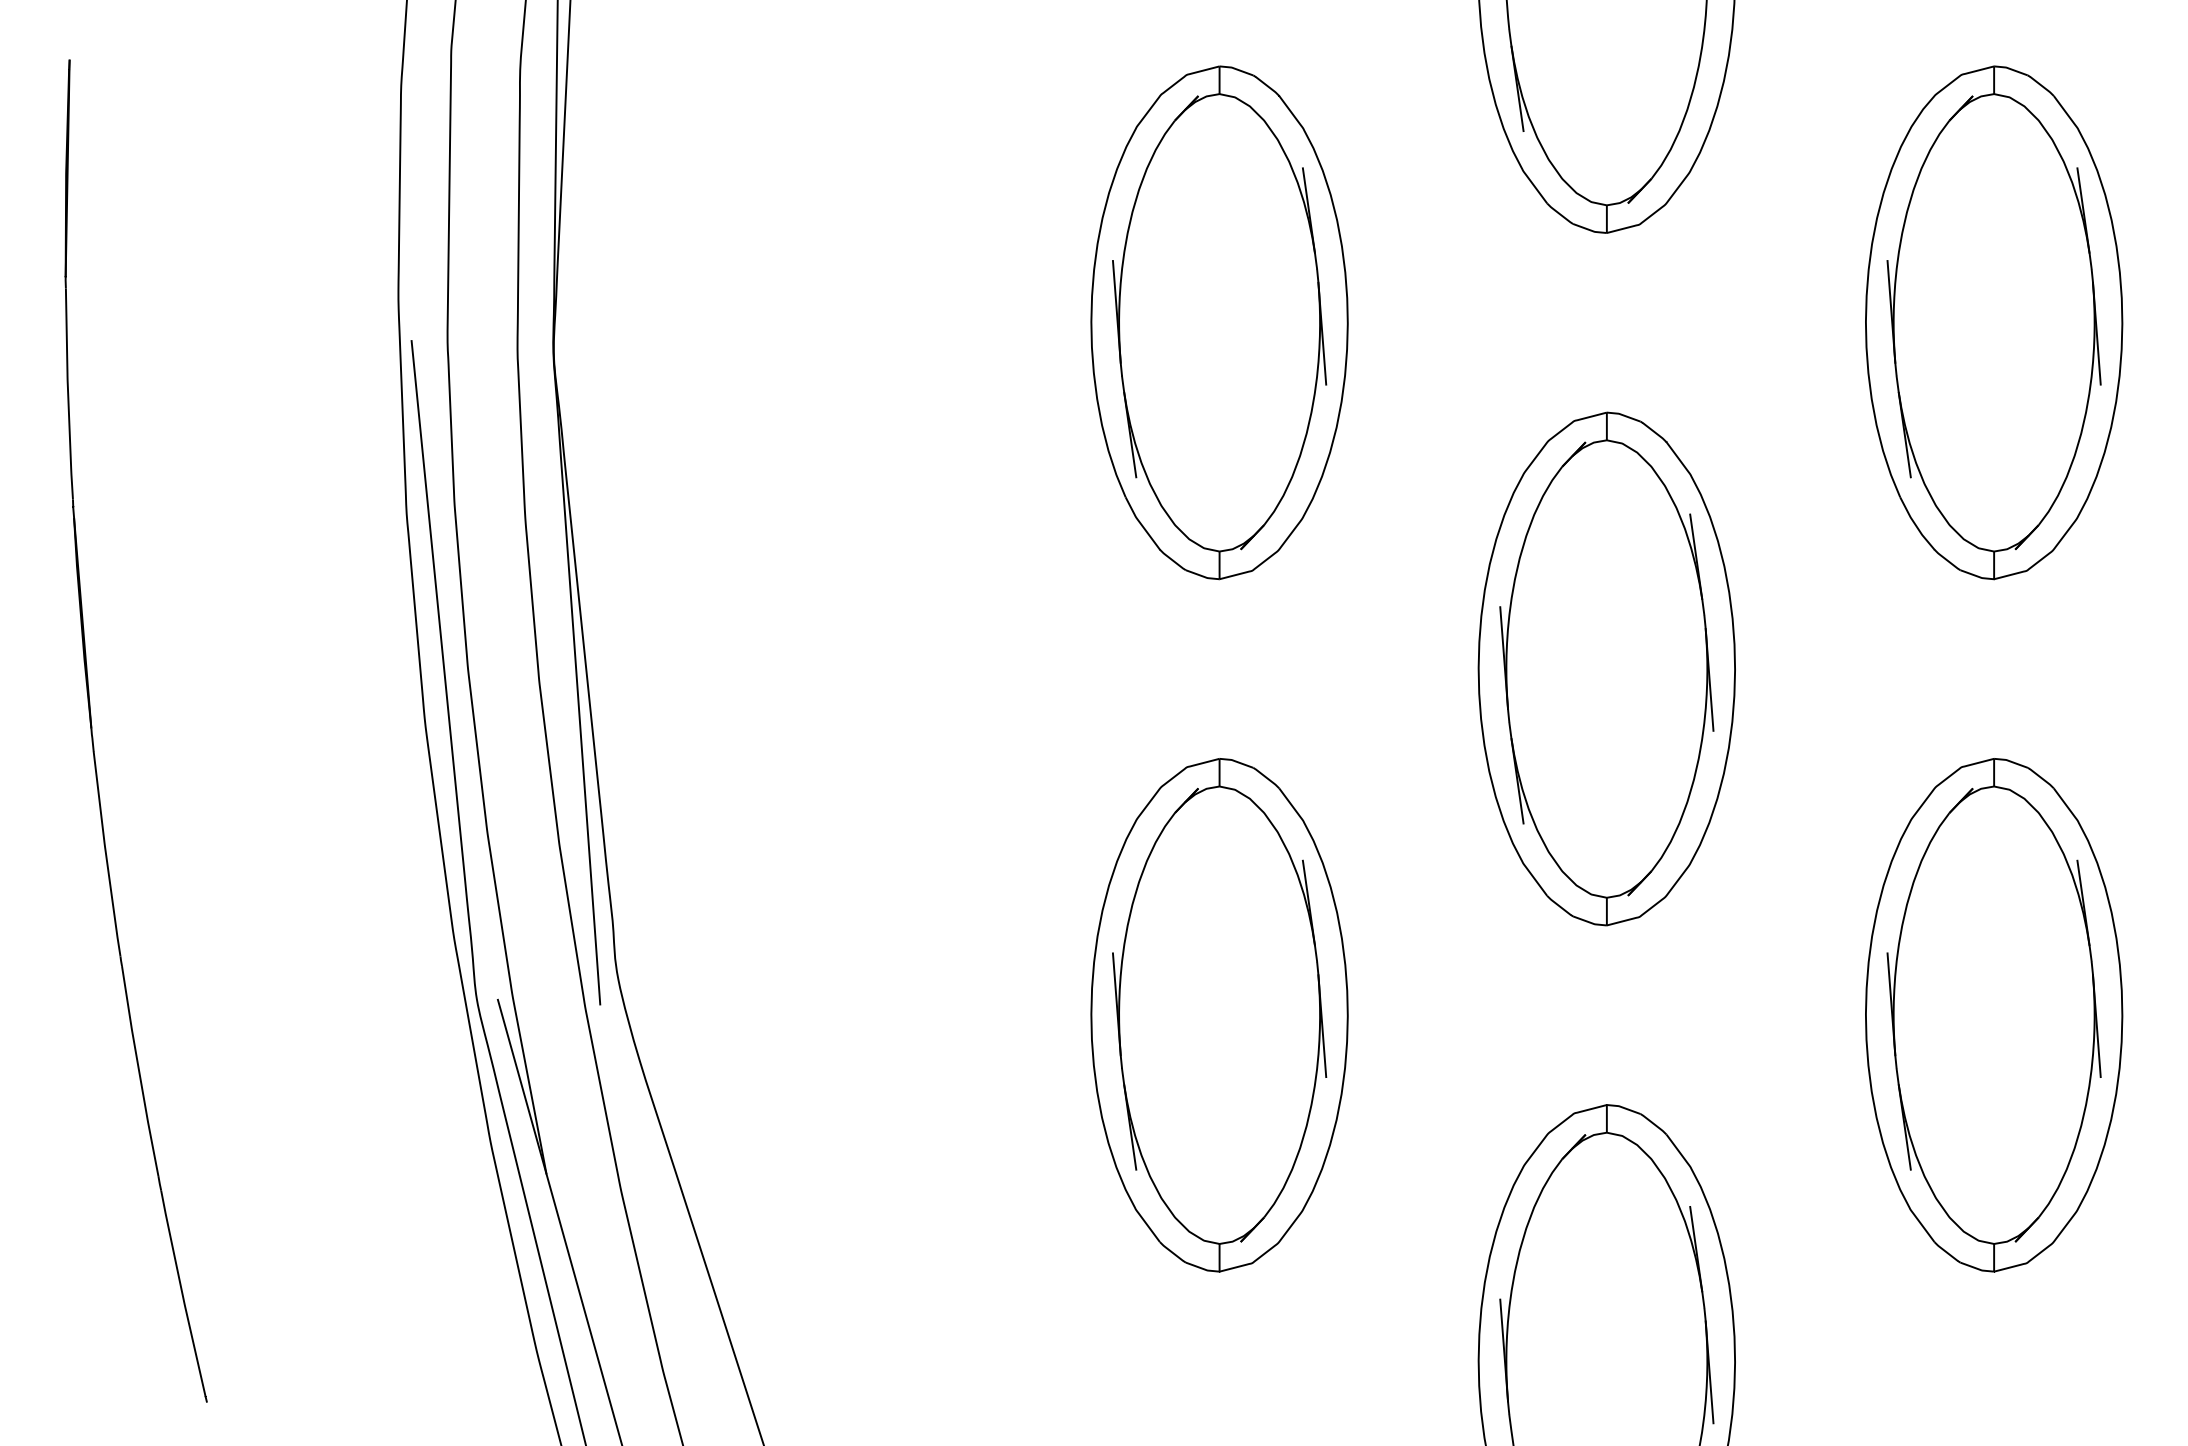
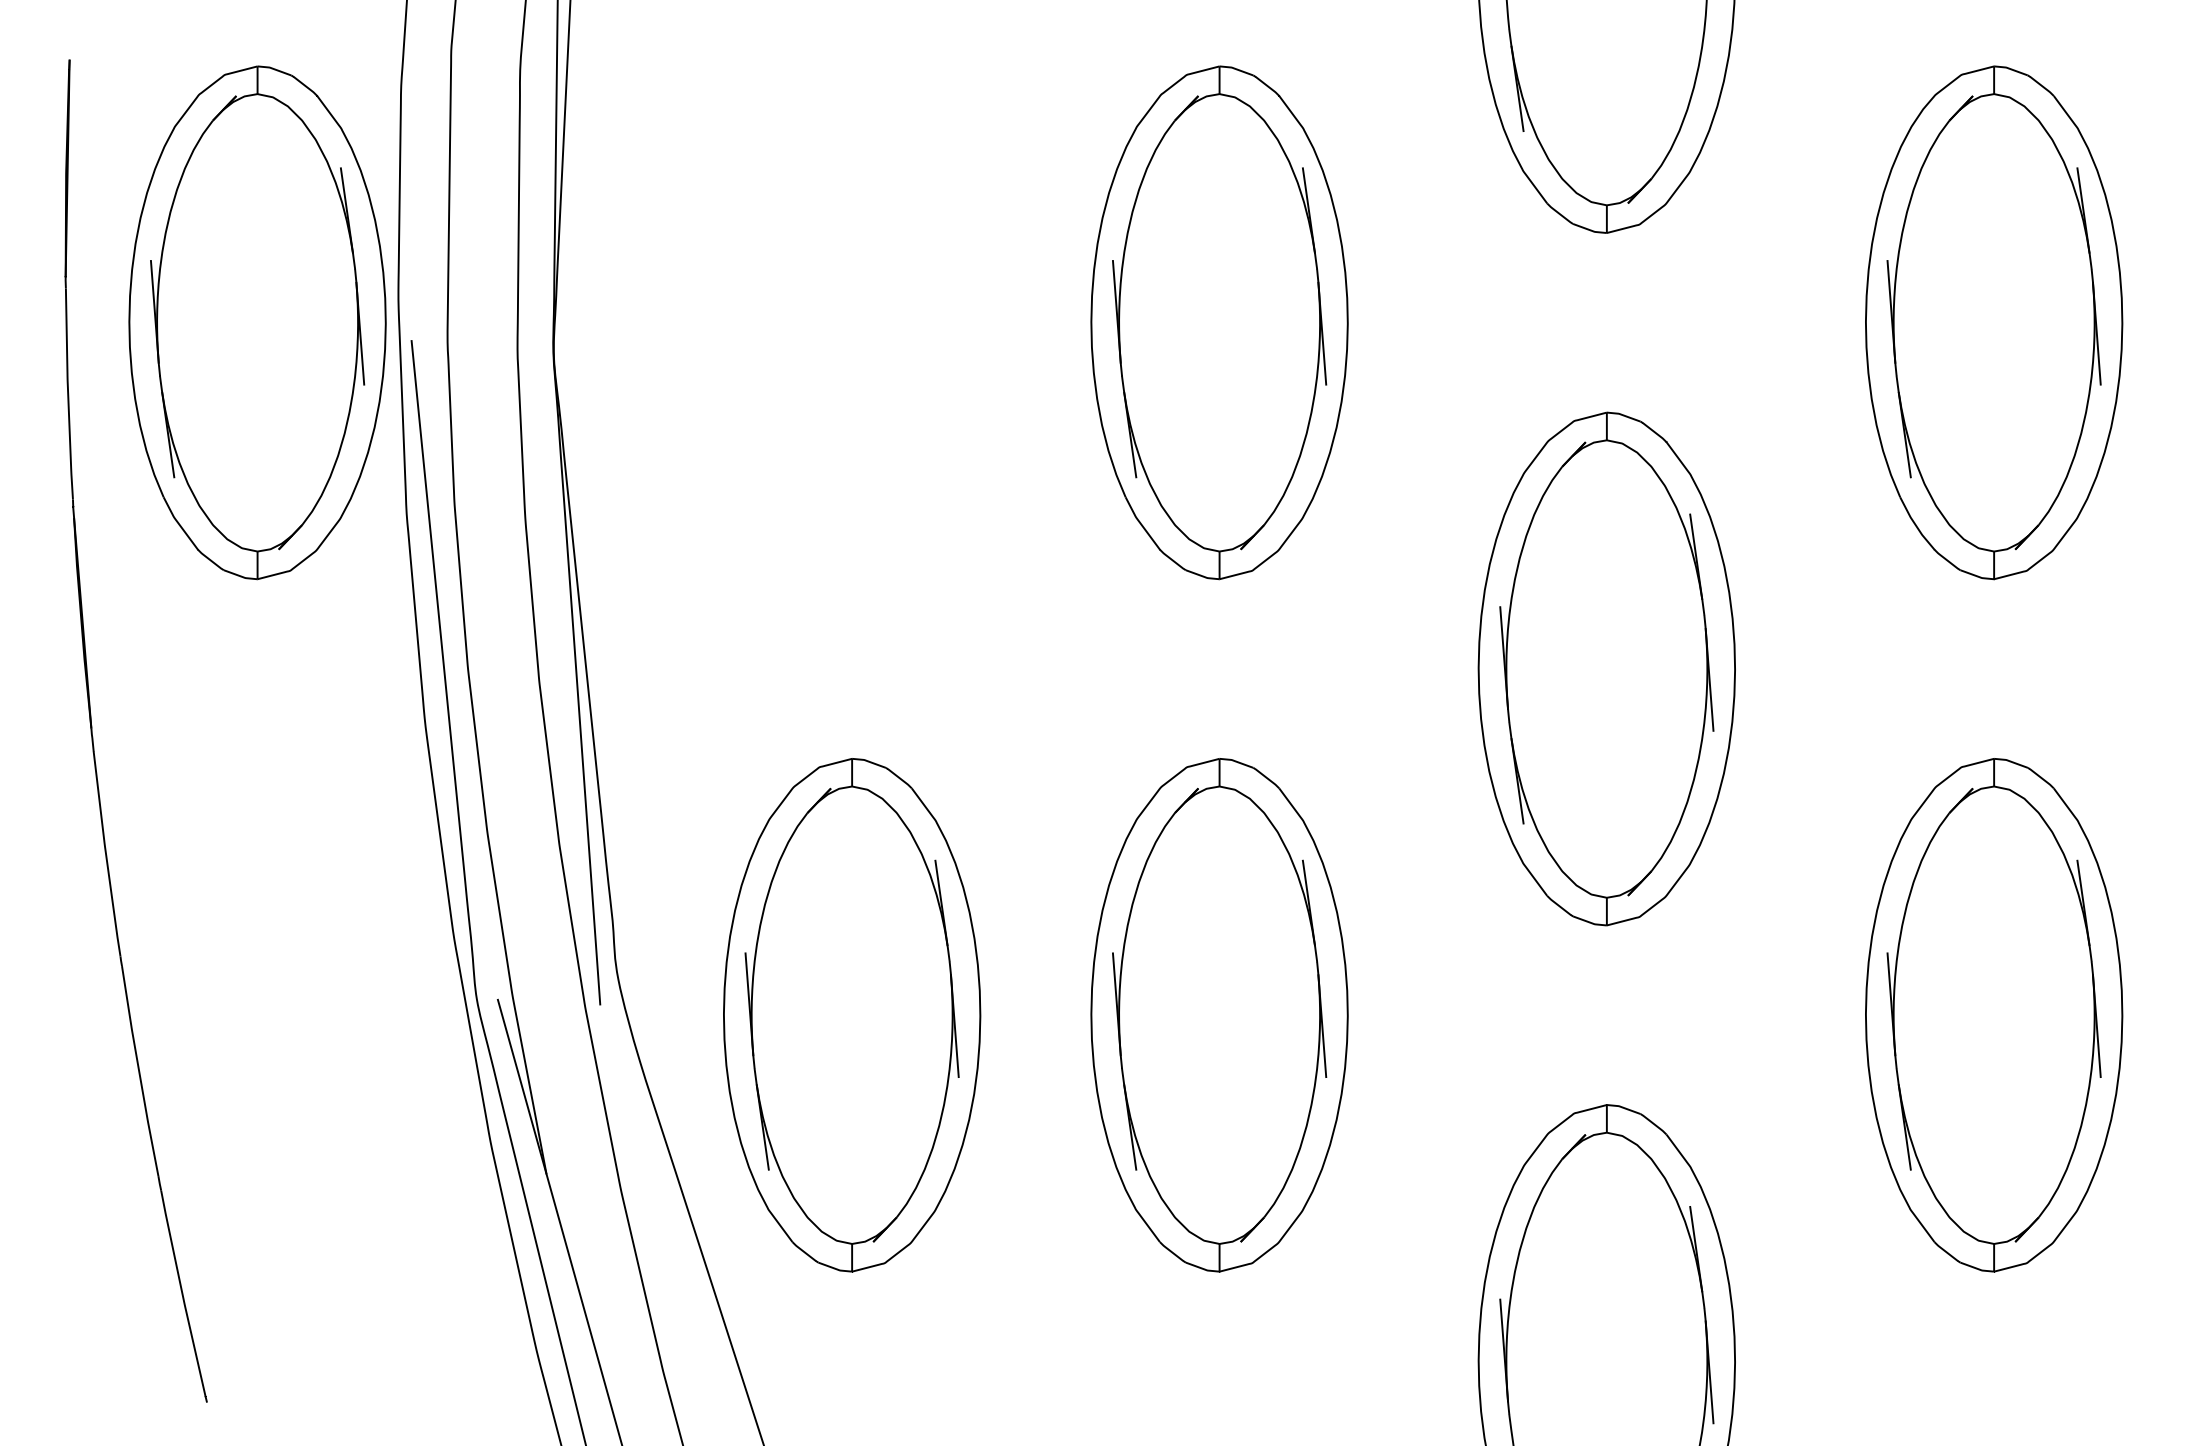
part at (257, 322): none -> present
part at (852, 1015): none -> present
